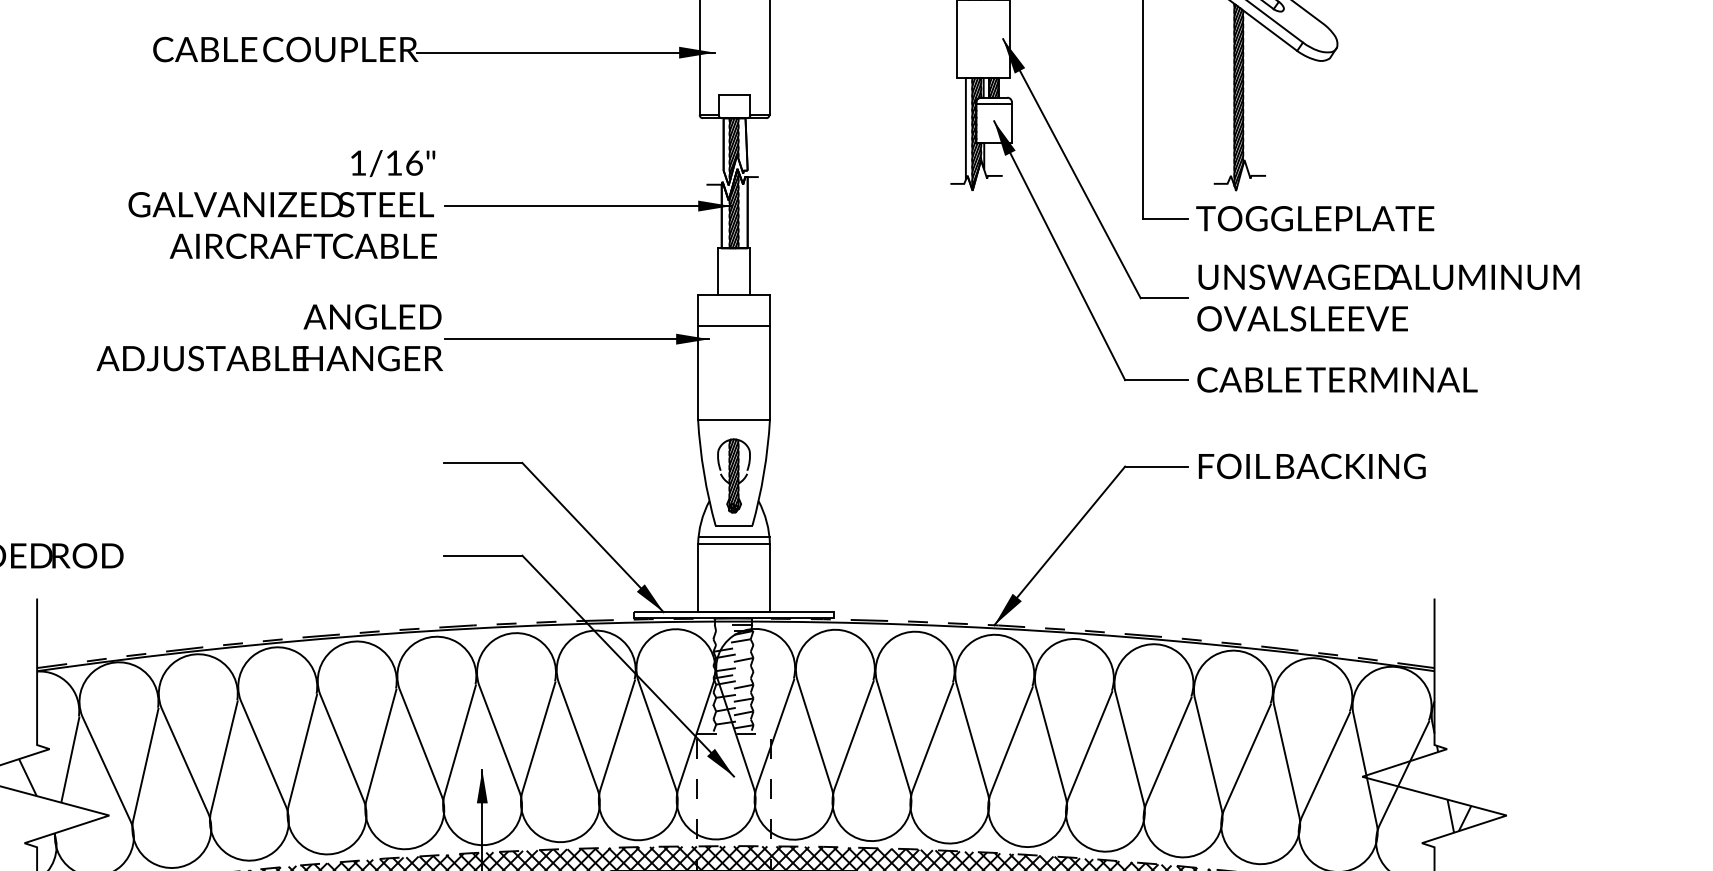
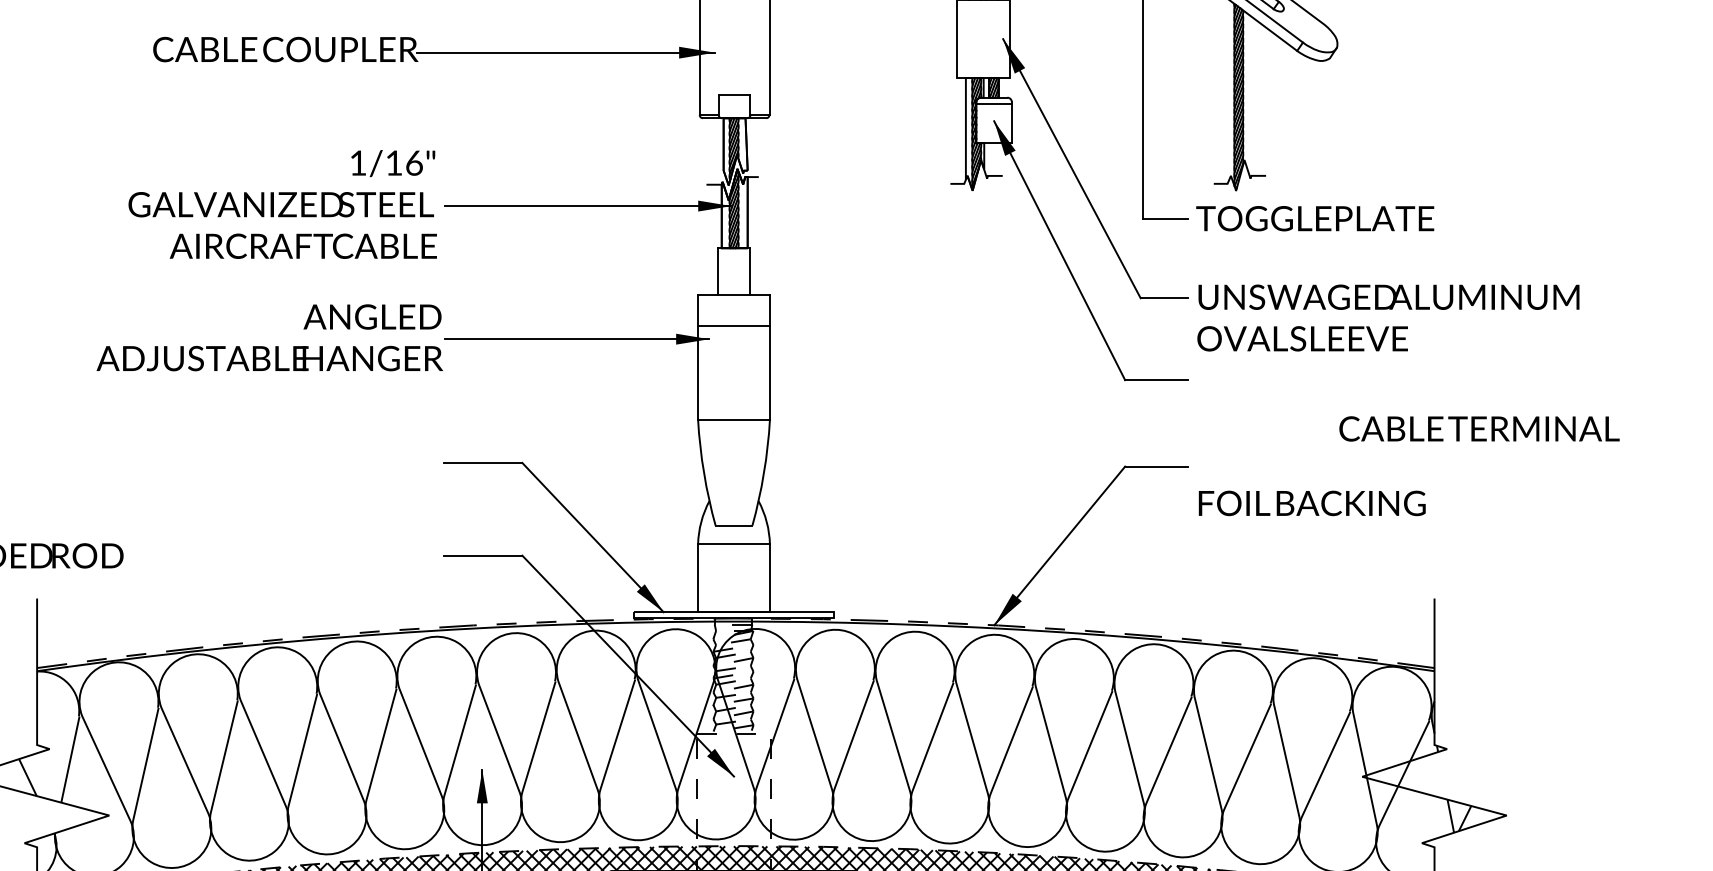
text at (1388, 297) position: (1388, 297) -> (1388, 317)
text at (1337, 379) position: (1337, 379) -> (1479, 428)
text at (1311, 466) position: (1311, 466) -> (1311, 503)
part at (733, 475): present -> none
line at (733, 537): present -> none
